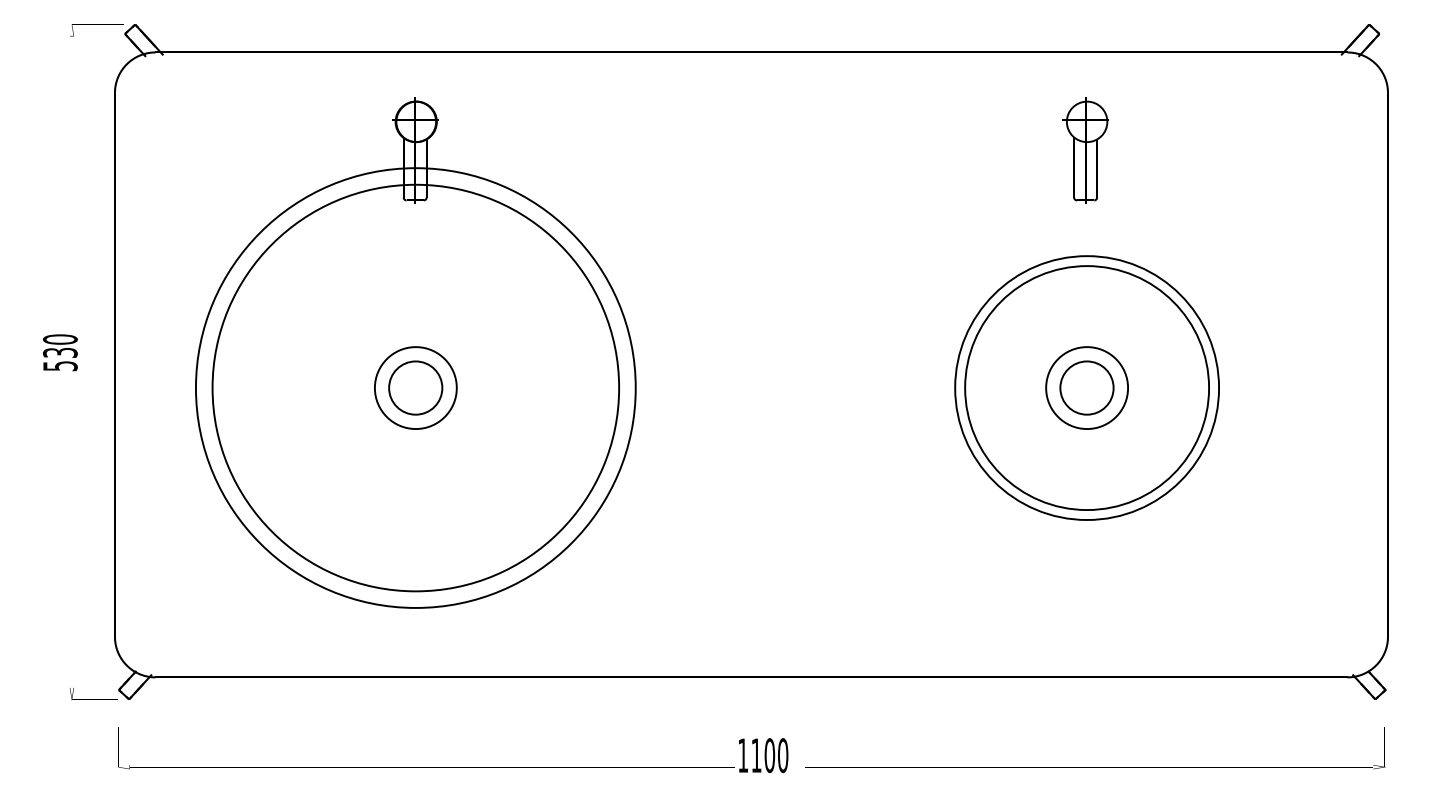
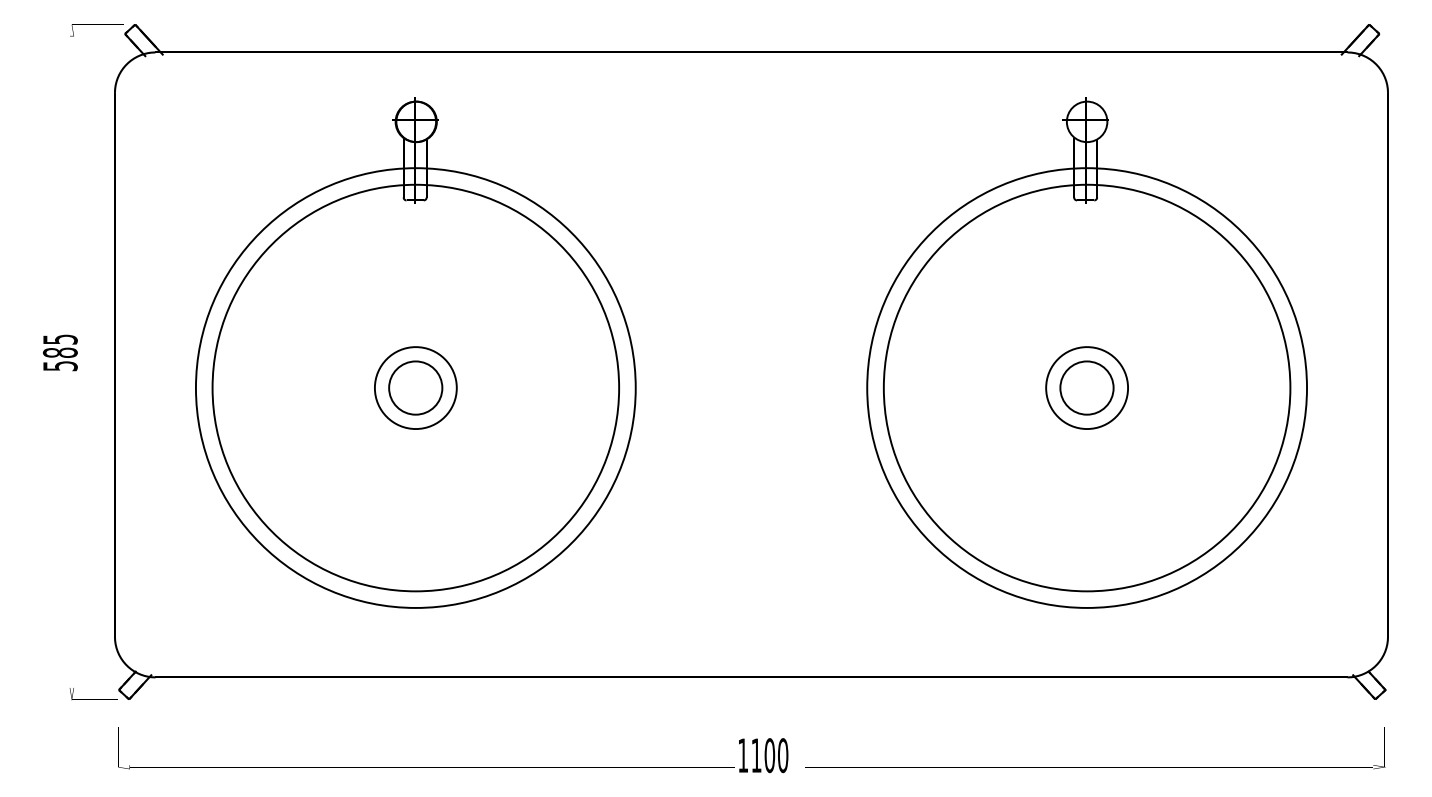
text at (59, 345): 530 -> 585
circle at (1087, 388) diameter: 244 px -> 407 px
circle at (1087, 388) diameter: 264 px -> 440 px
